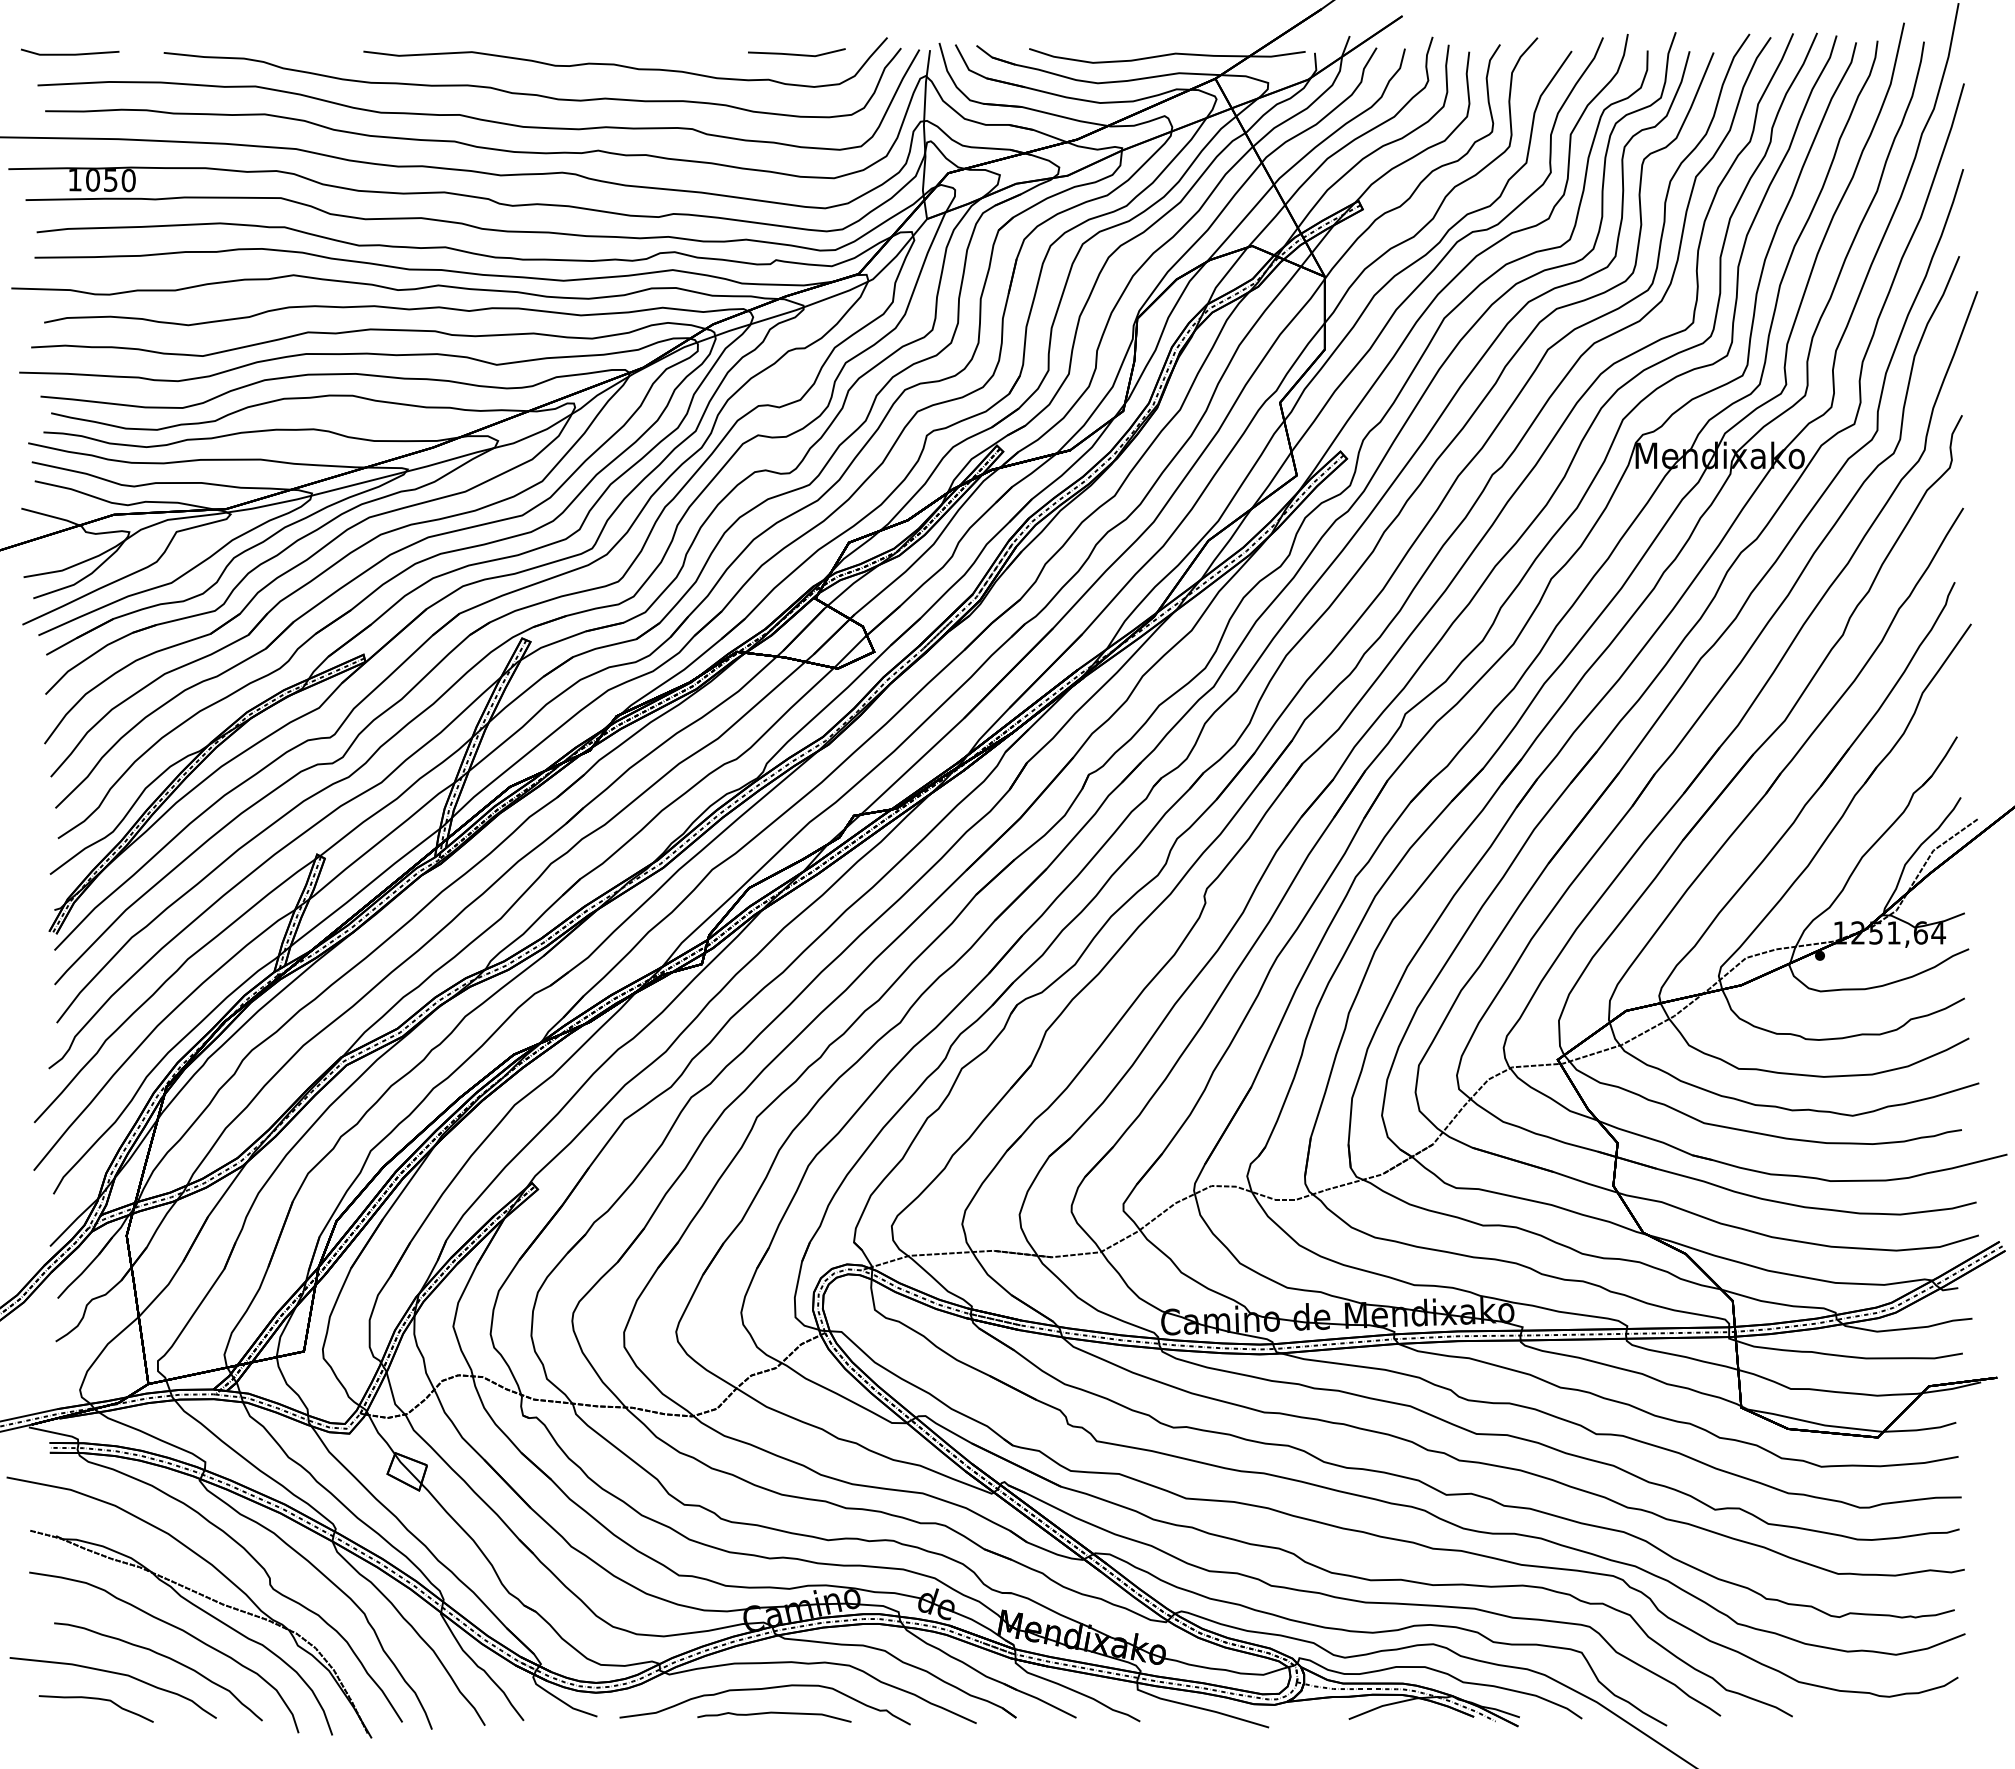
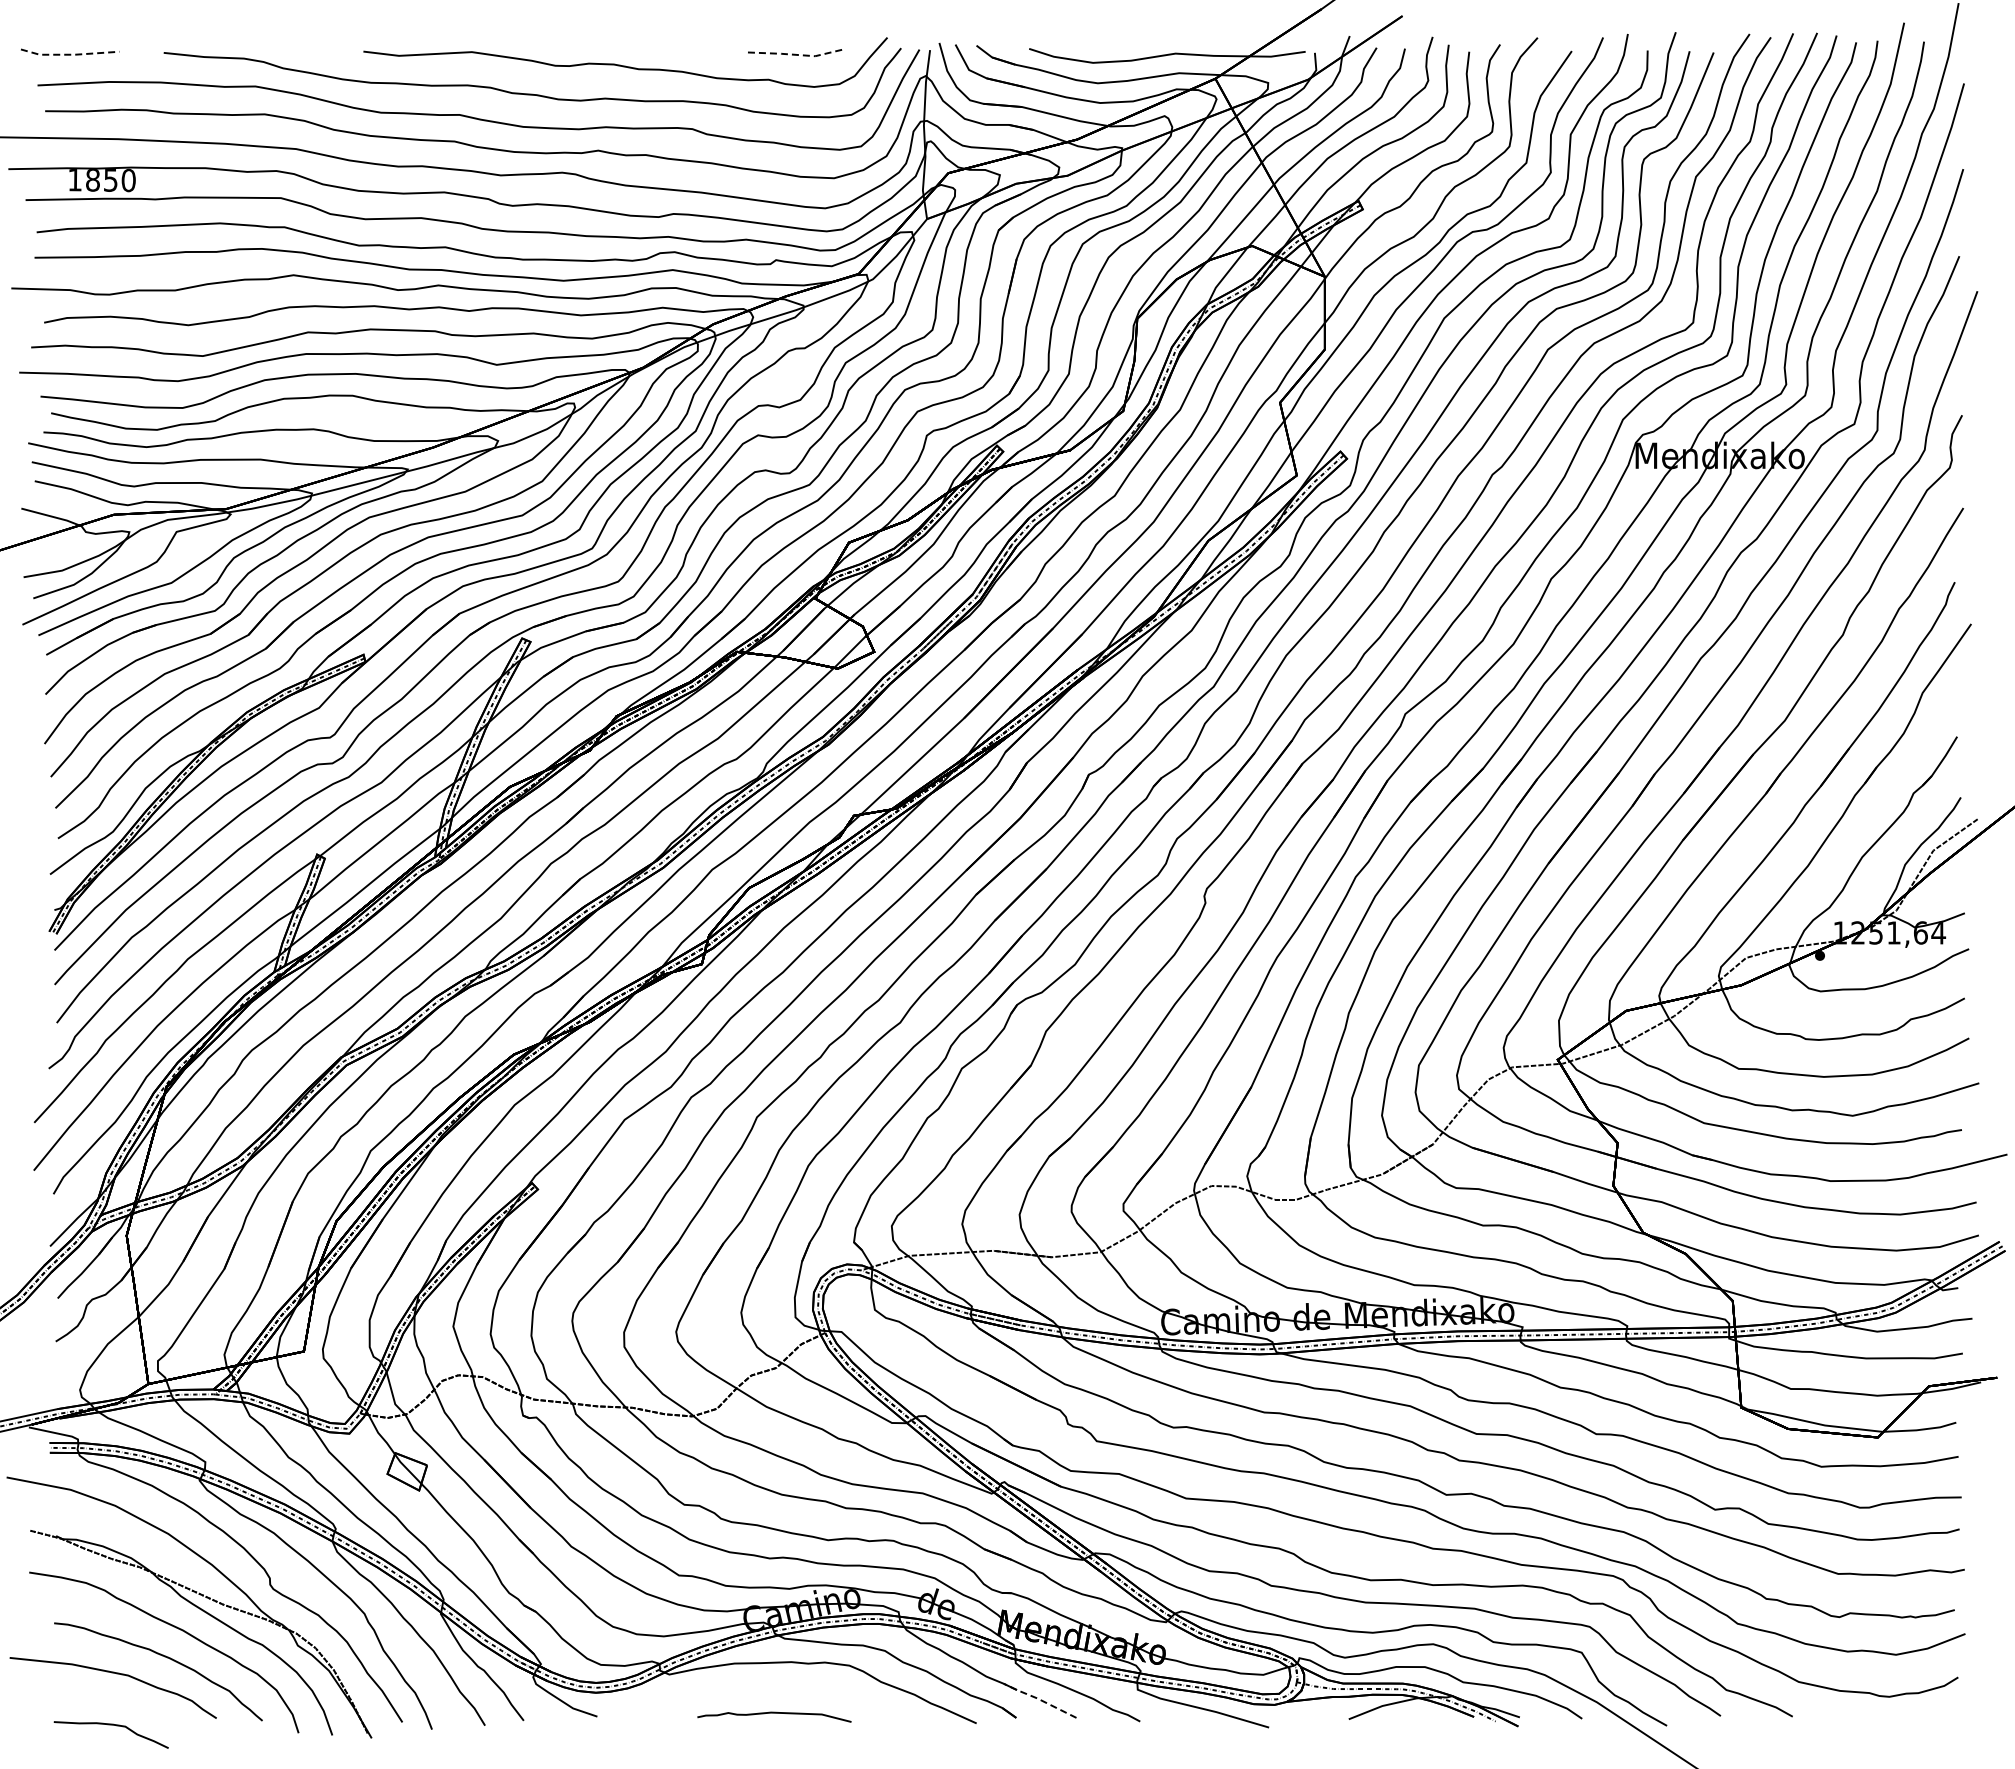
line at (70, 54): solid -> dashed
line at (797, 54): solid -> dashed
text at (93, 180): 1050 -> 1850
curve at (764, 1689): present -> none
curve at (95, 1699) position: (95, 1699) -> (110, 1725)
line at (1039, 1699): solid -> dashed
